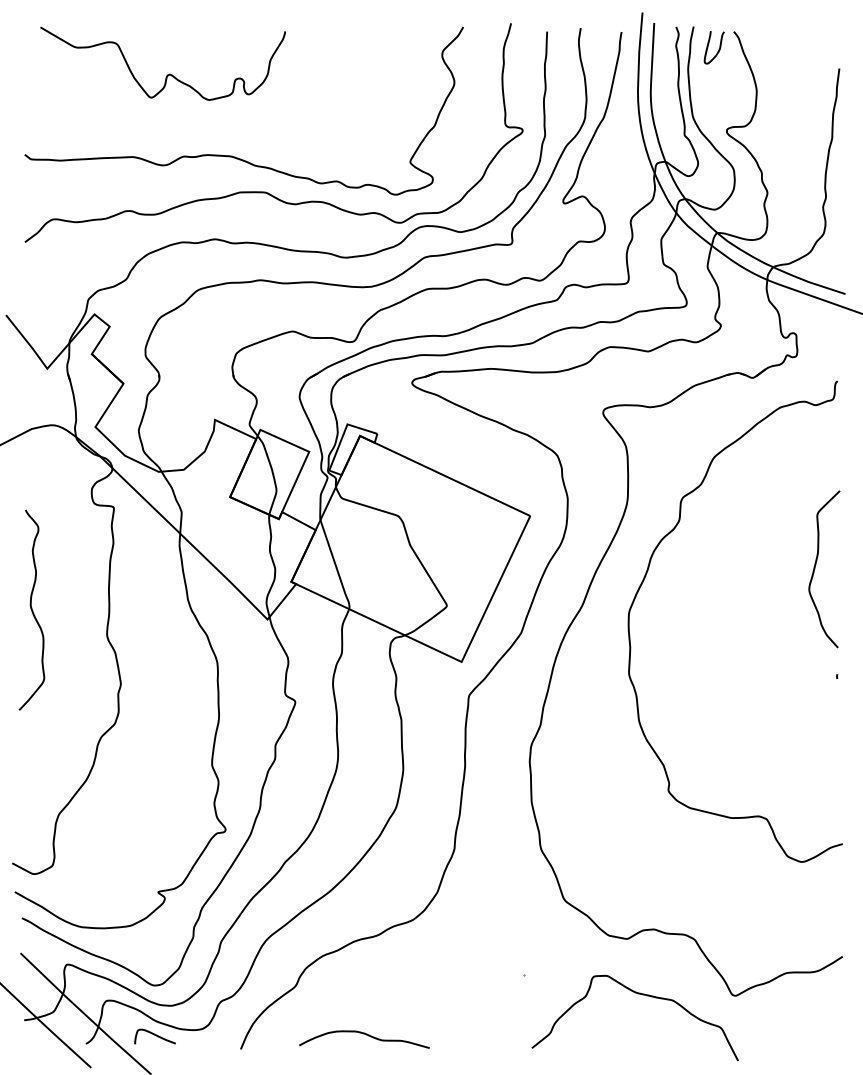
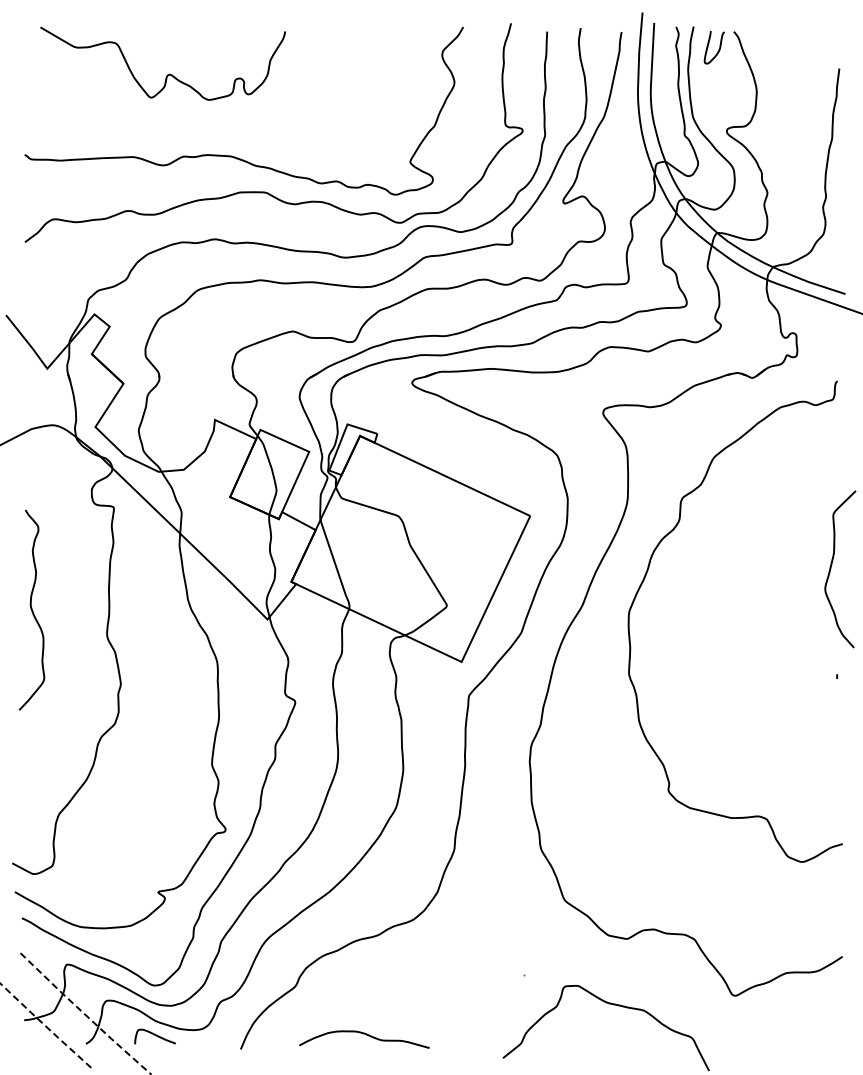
curve at (816, 565) position: (816, 565) -> (832, 565)
curve at (638, 994) position: (638, 994) -> (609, 1004)
line at (85, 1014): solid -> dashed
line at (45, 1025): solid -> dashed
